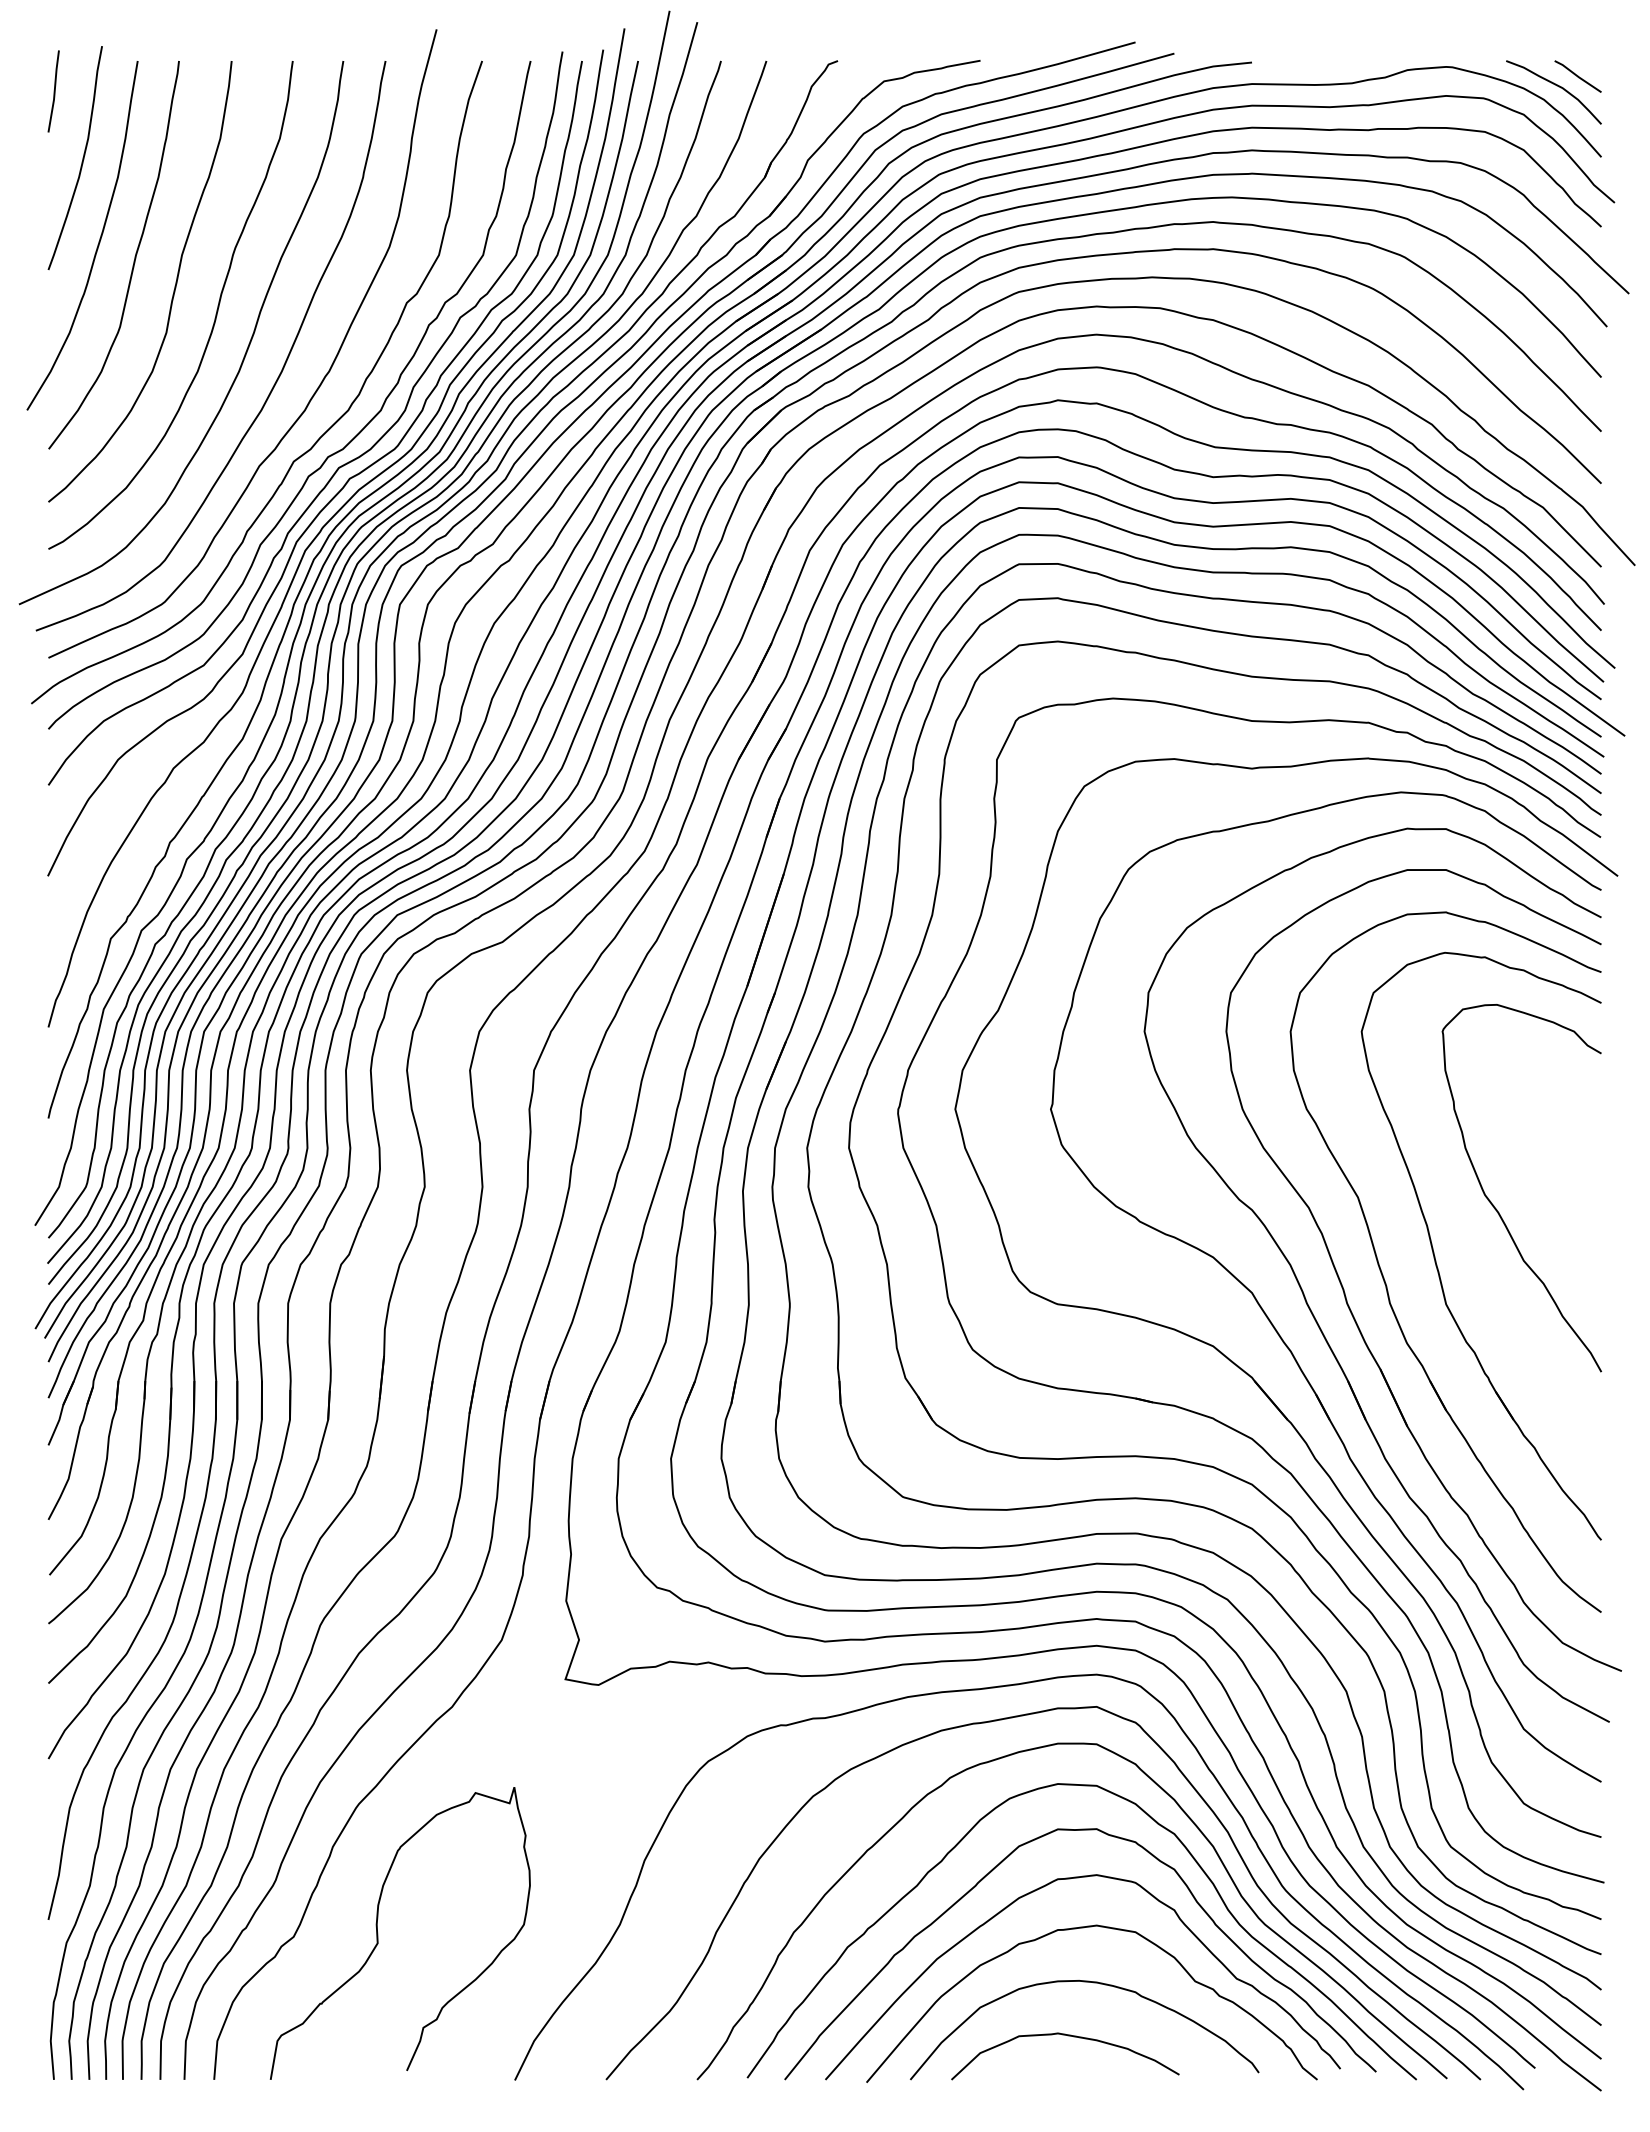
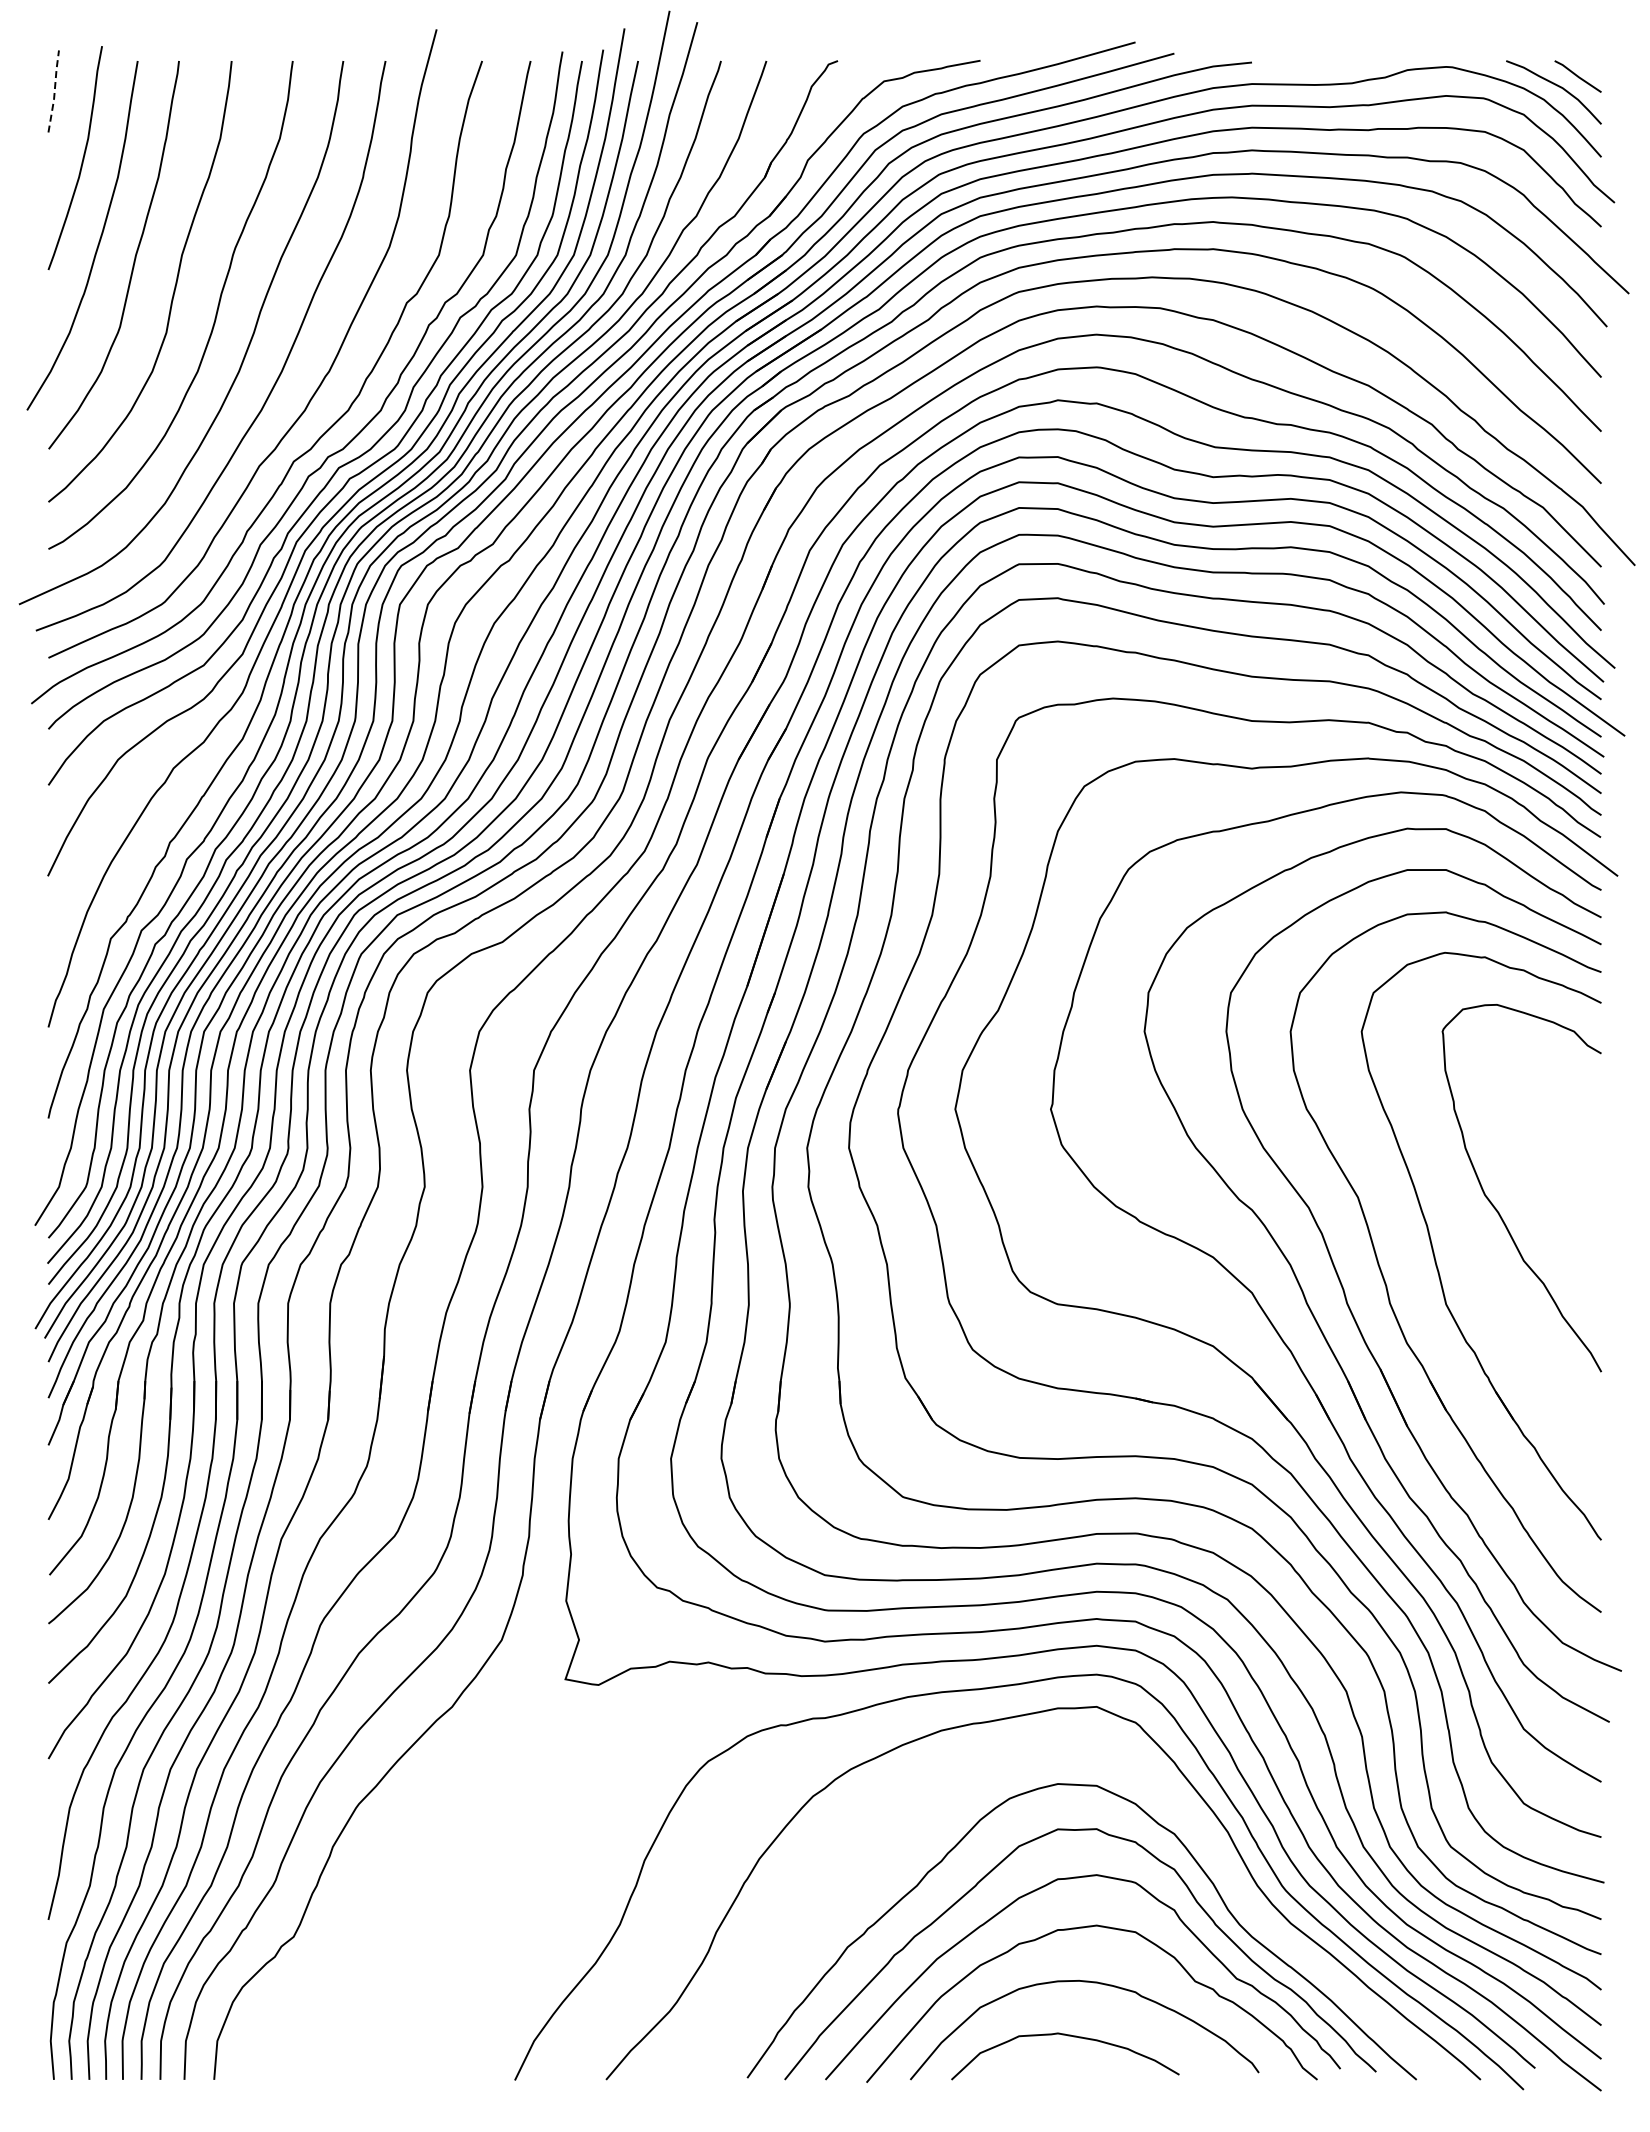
line at (54, 91): solid -> dashed
curve at (1180, 1809): present -> none
curve at (378, 1933): present -> none
